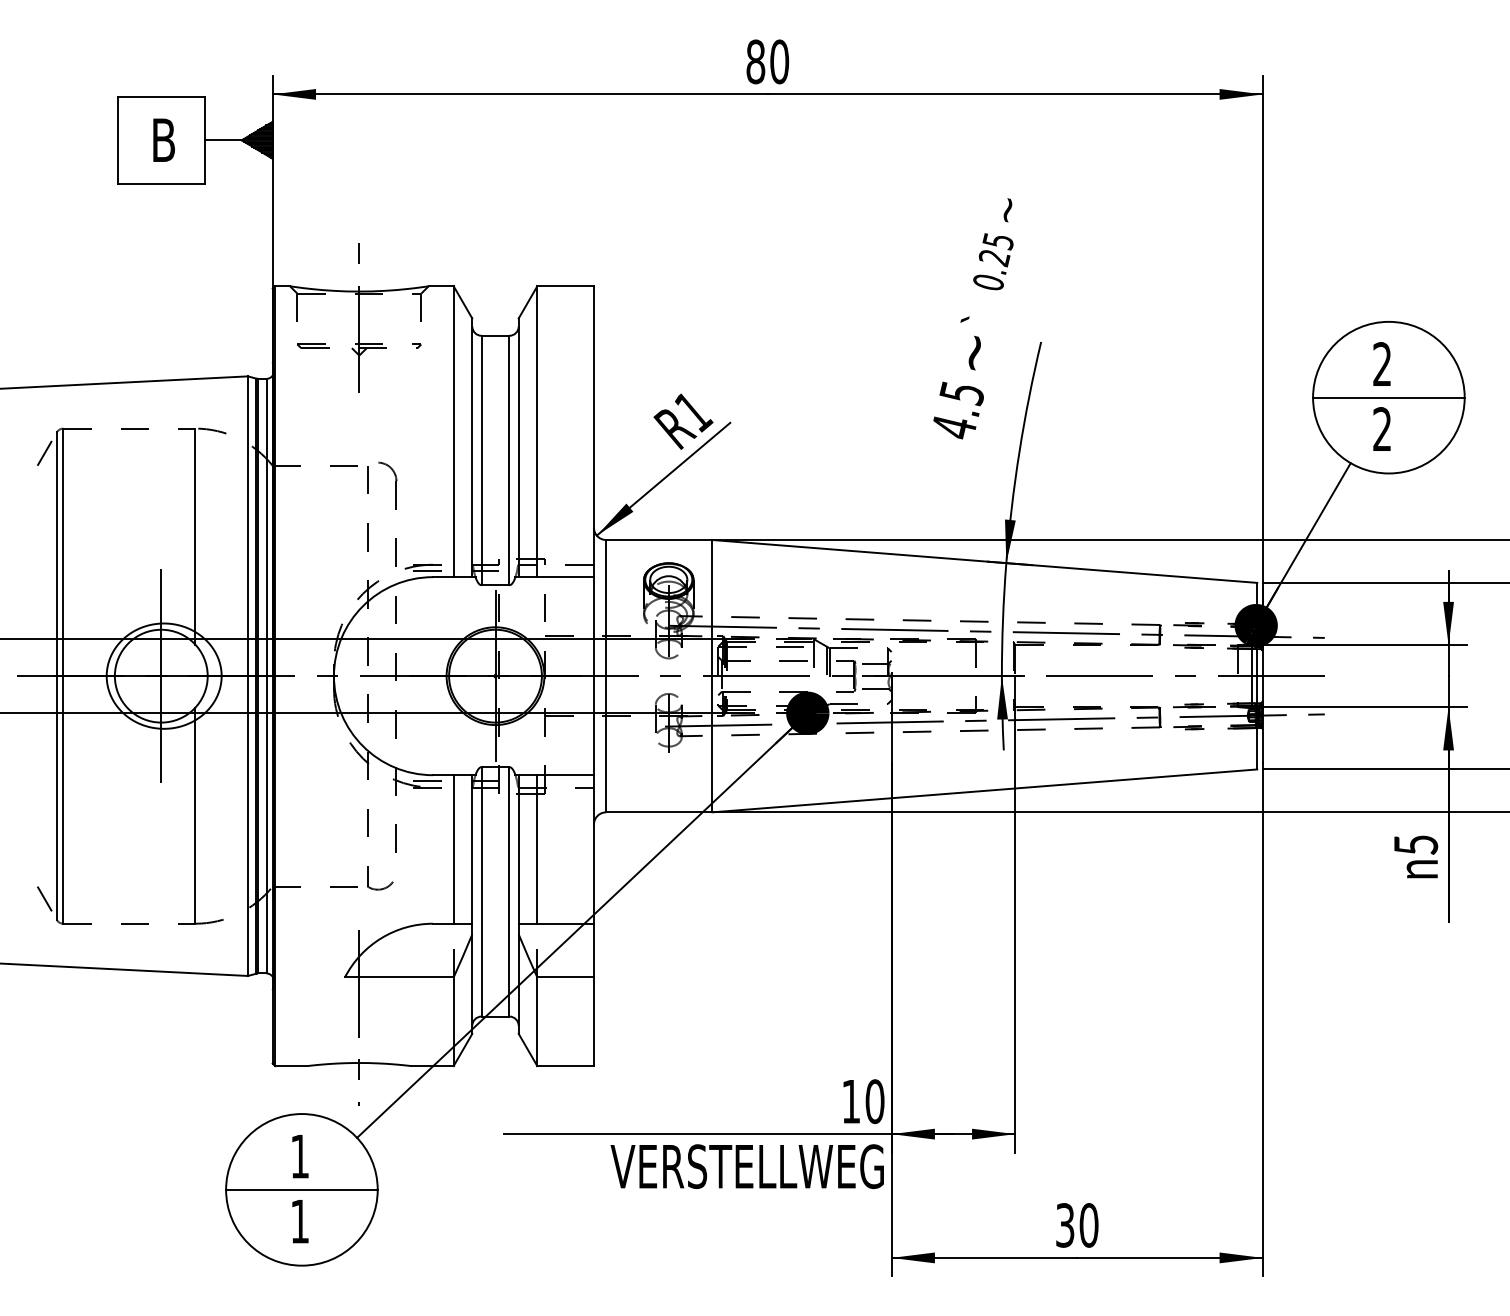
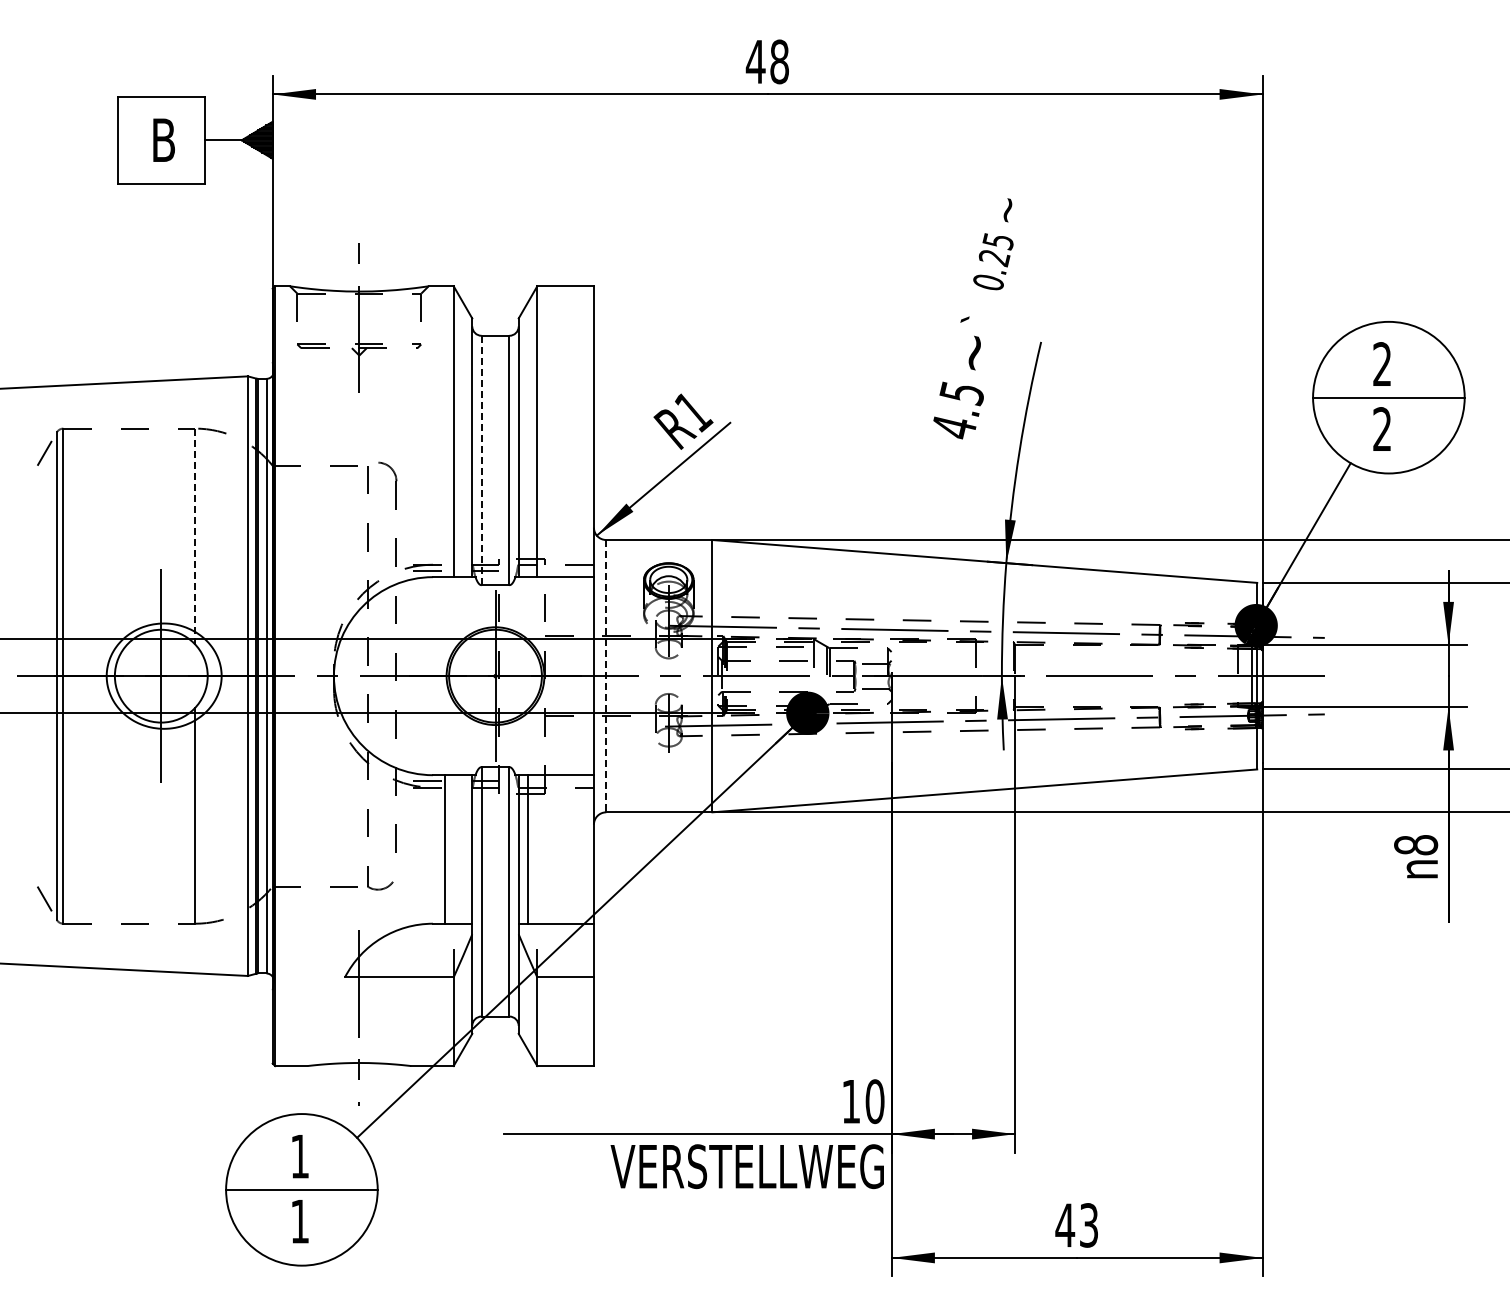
text at (767, 61): 80 -> 48
line at (481, 460): solid -> dashed
line at (195, 536): solid -> dashed
line at (606, 676): solid -> dashed
text at (1416, 845): 5 -> 8
line at (453, 849) position: (453, 849) -> (444, 849)
line at (537, 849) position: (537, 849) -> (528, 849)
text at (1076, 1225): 30 -> 43
